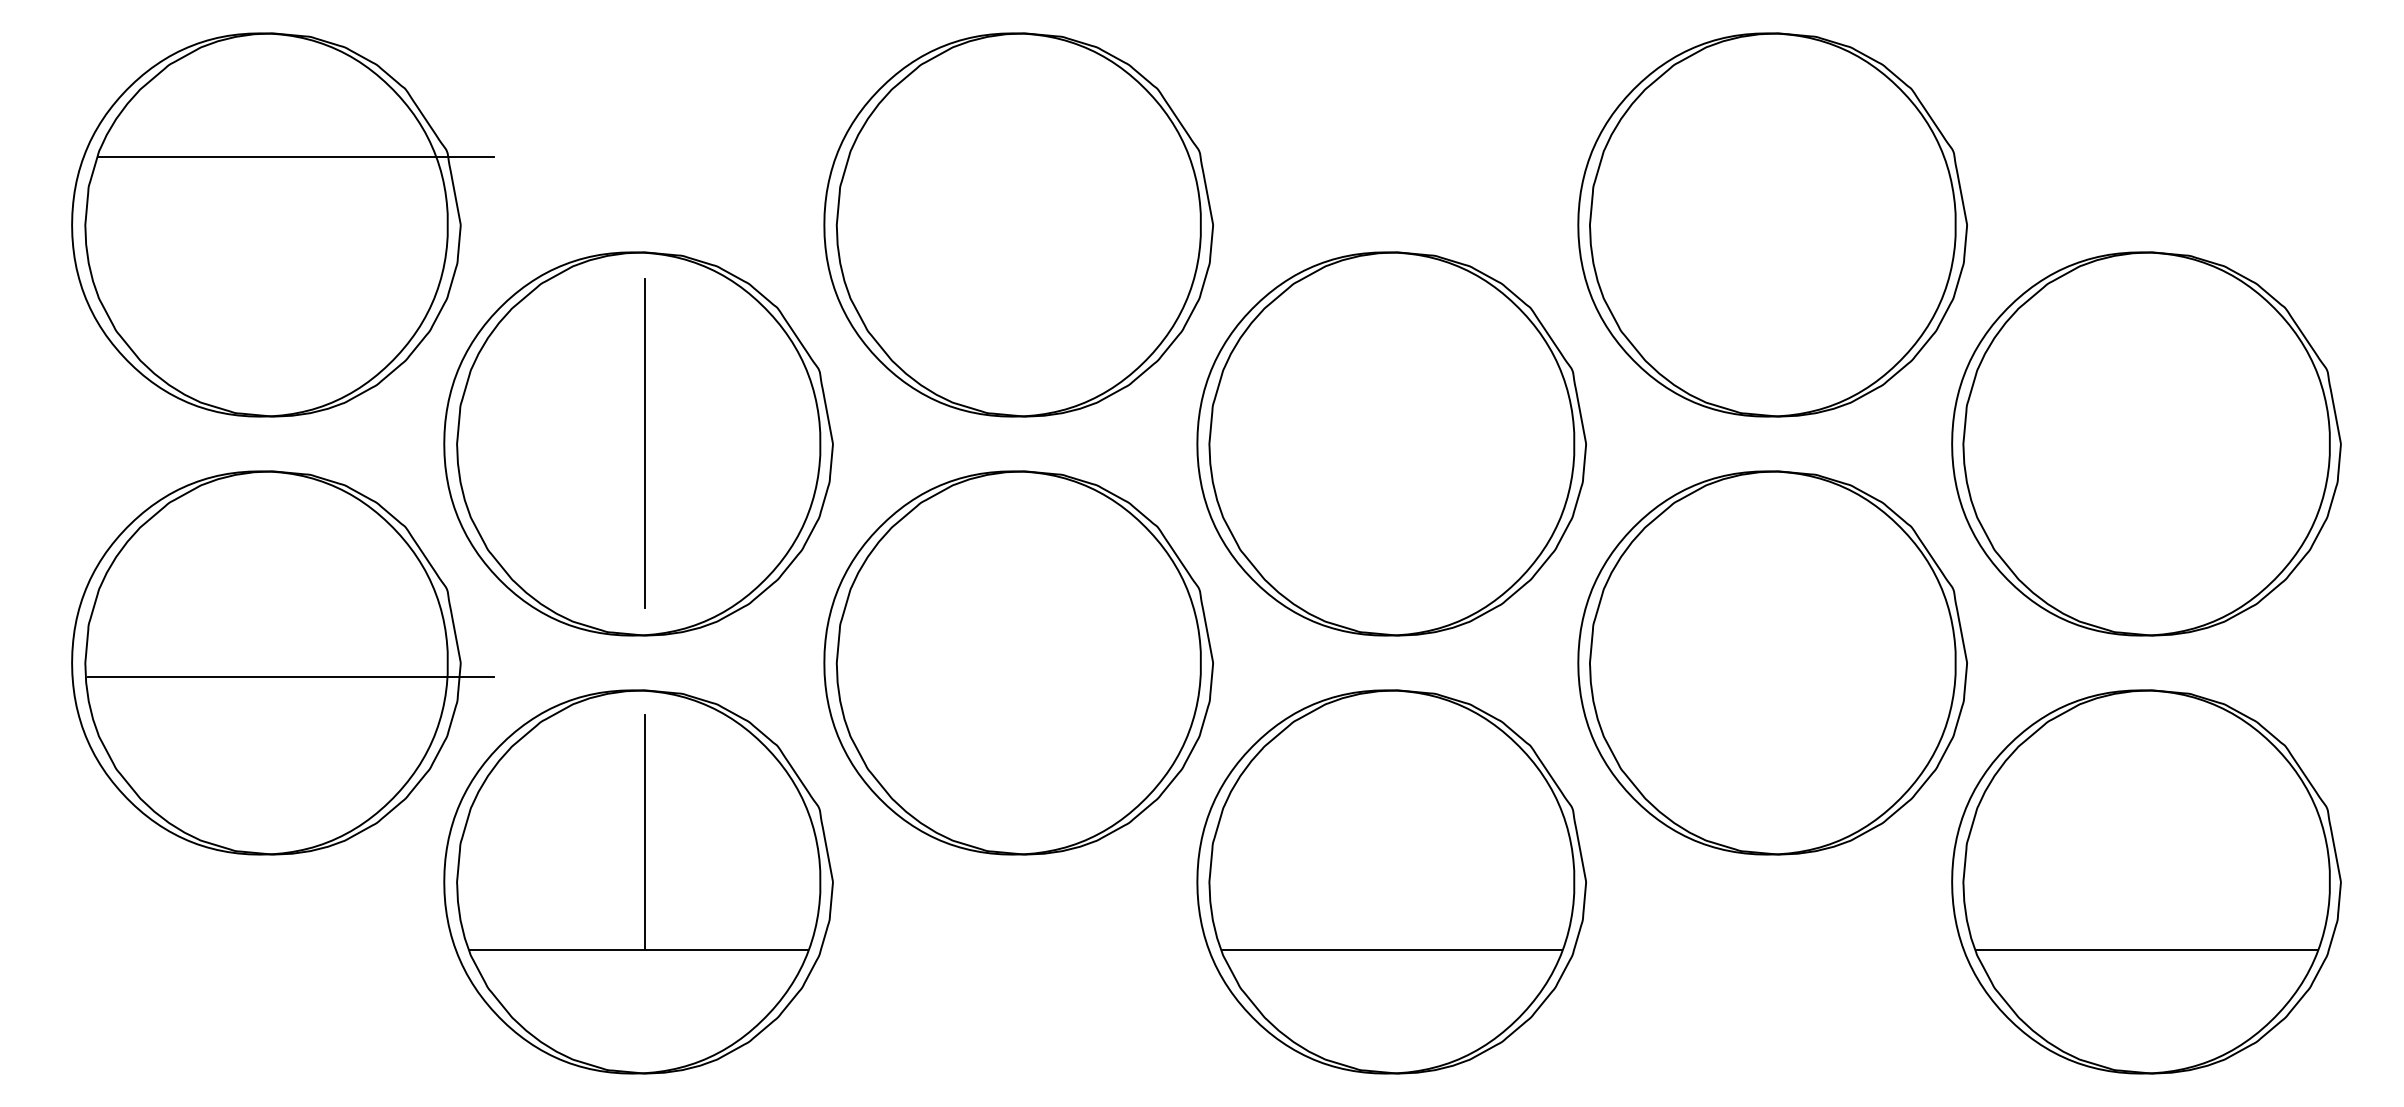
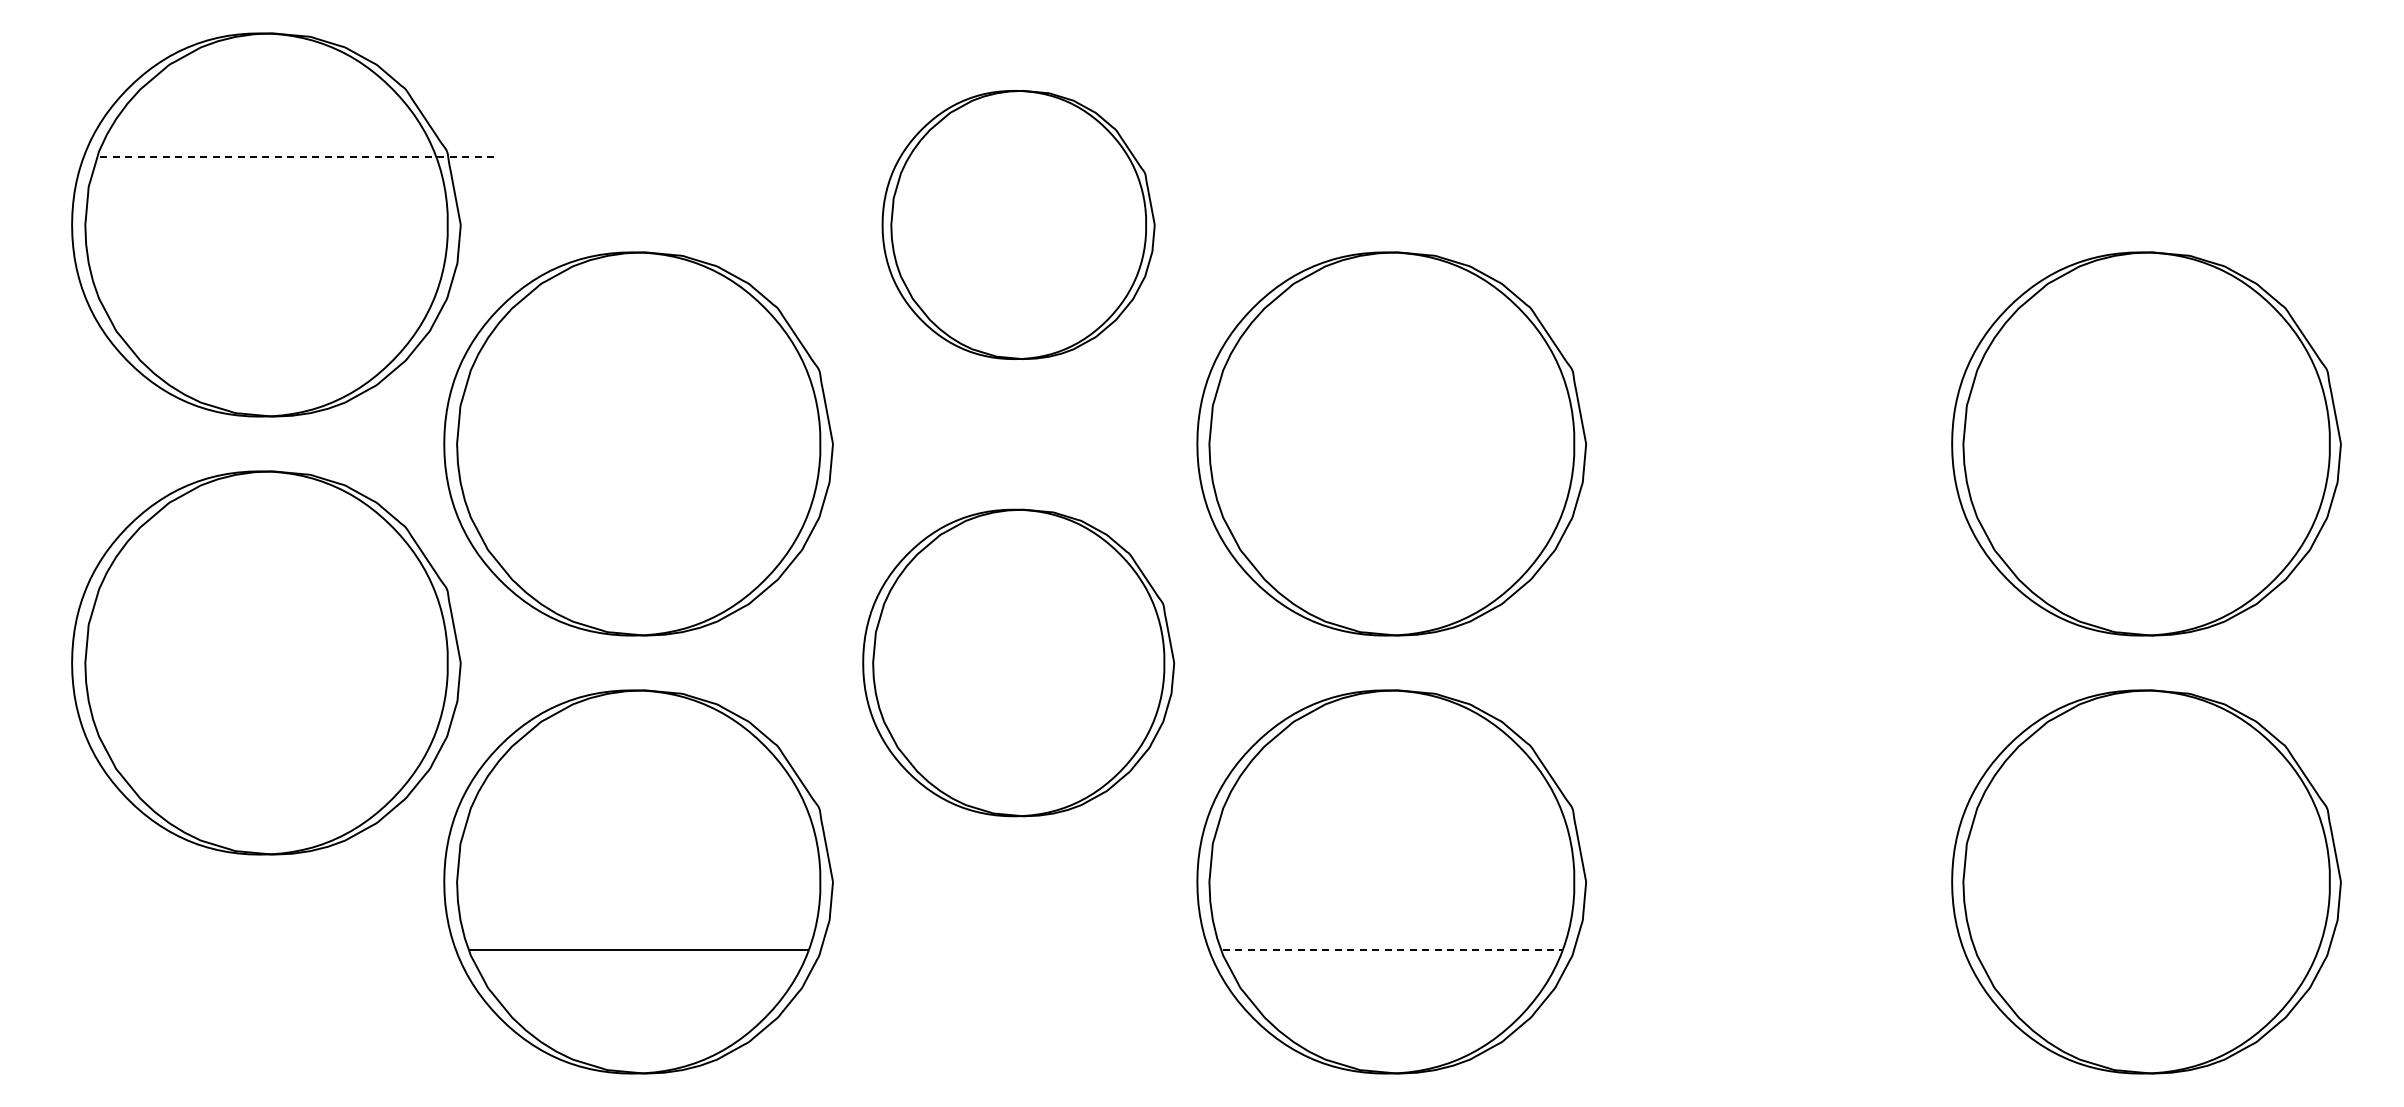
line at (296, 156): solid -> dashed
part at (1018, 224) size: 391x386 px -> 275x270 px
part at (1772, 224): present -> none
line at (644, 443): present -> none
part at (1018, 662) size: 391x386 px -> 314x310 px
part at (1772, 662): present -> none
line at (290, 676): present -> none
line at (644, 832): present -> none
line at (1392, 950): solid -> dashed
line at (2146, 950): present -> none
